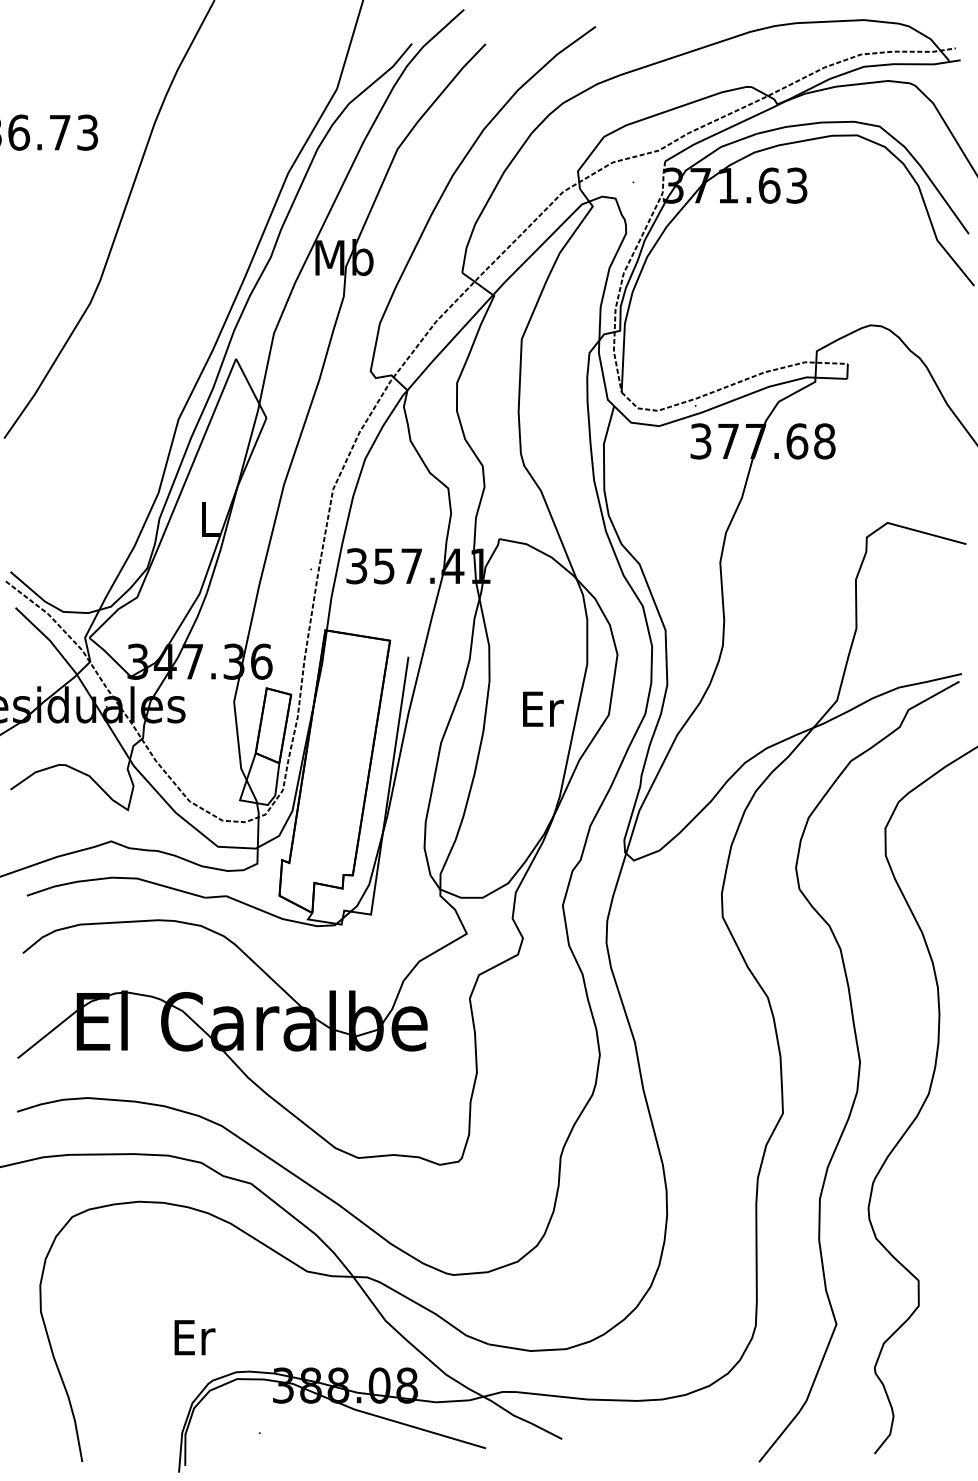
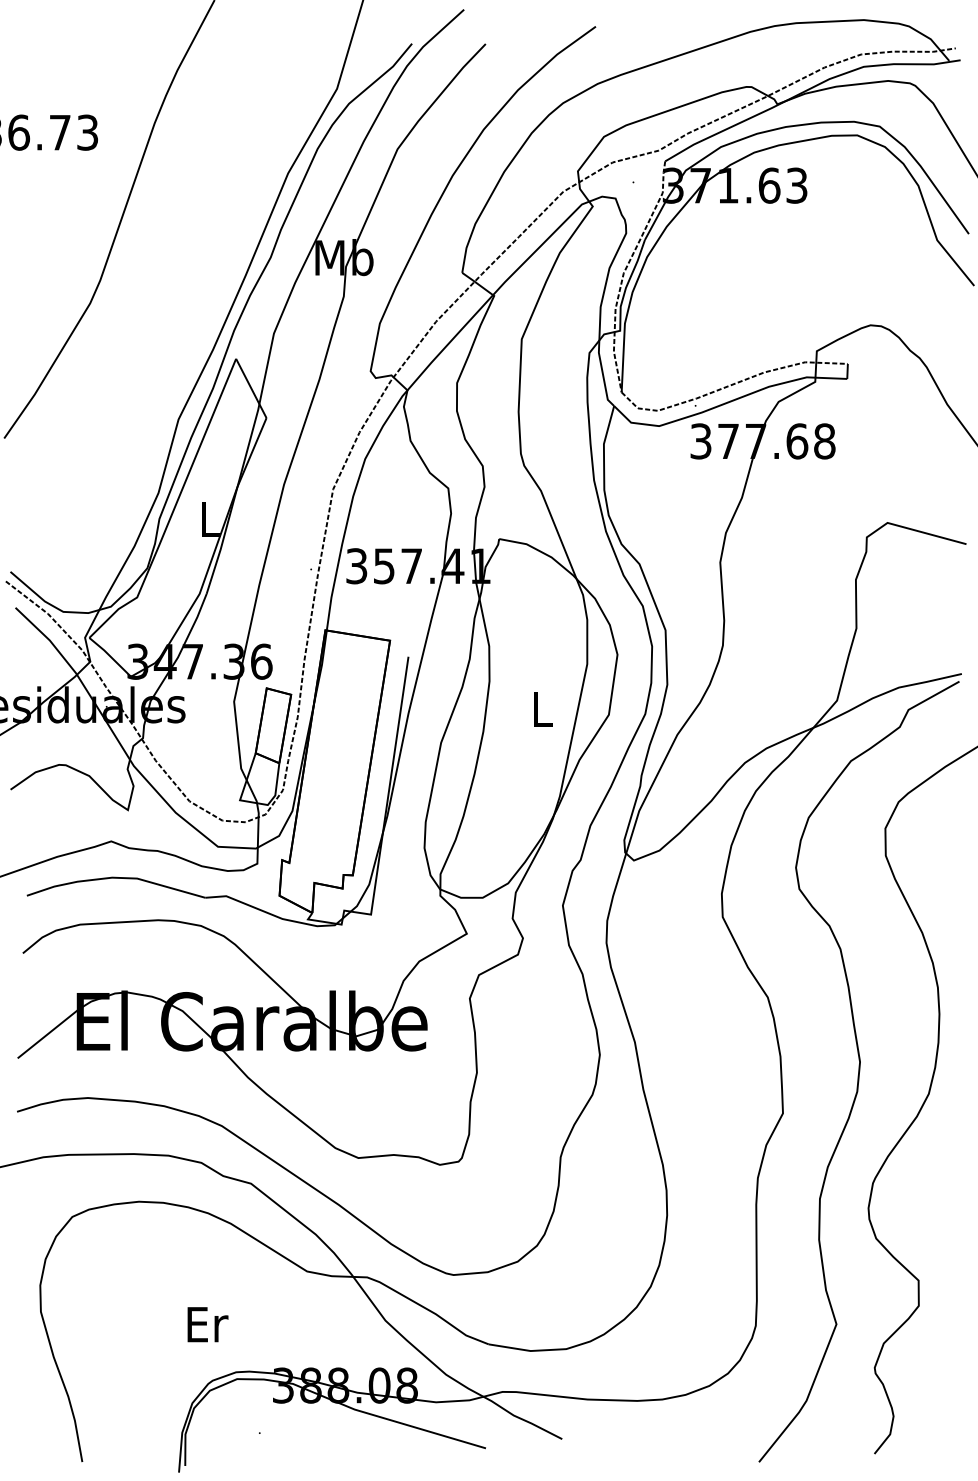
text at (543, 708): Er -> L
text at (194, 1337) position: (194, 1337) -> (207, 1324)
